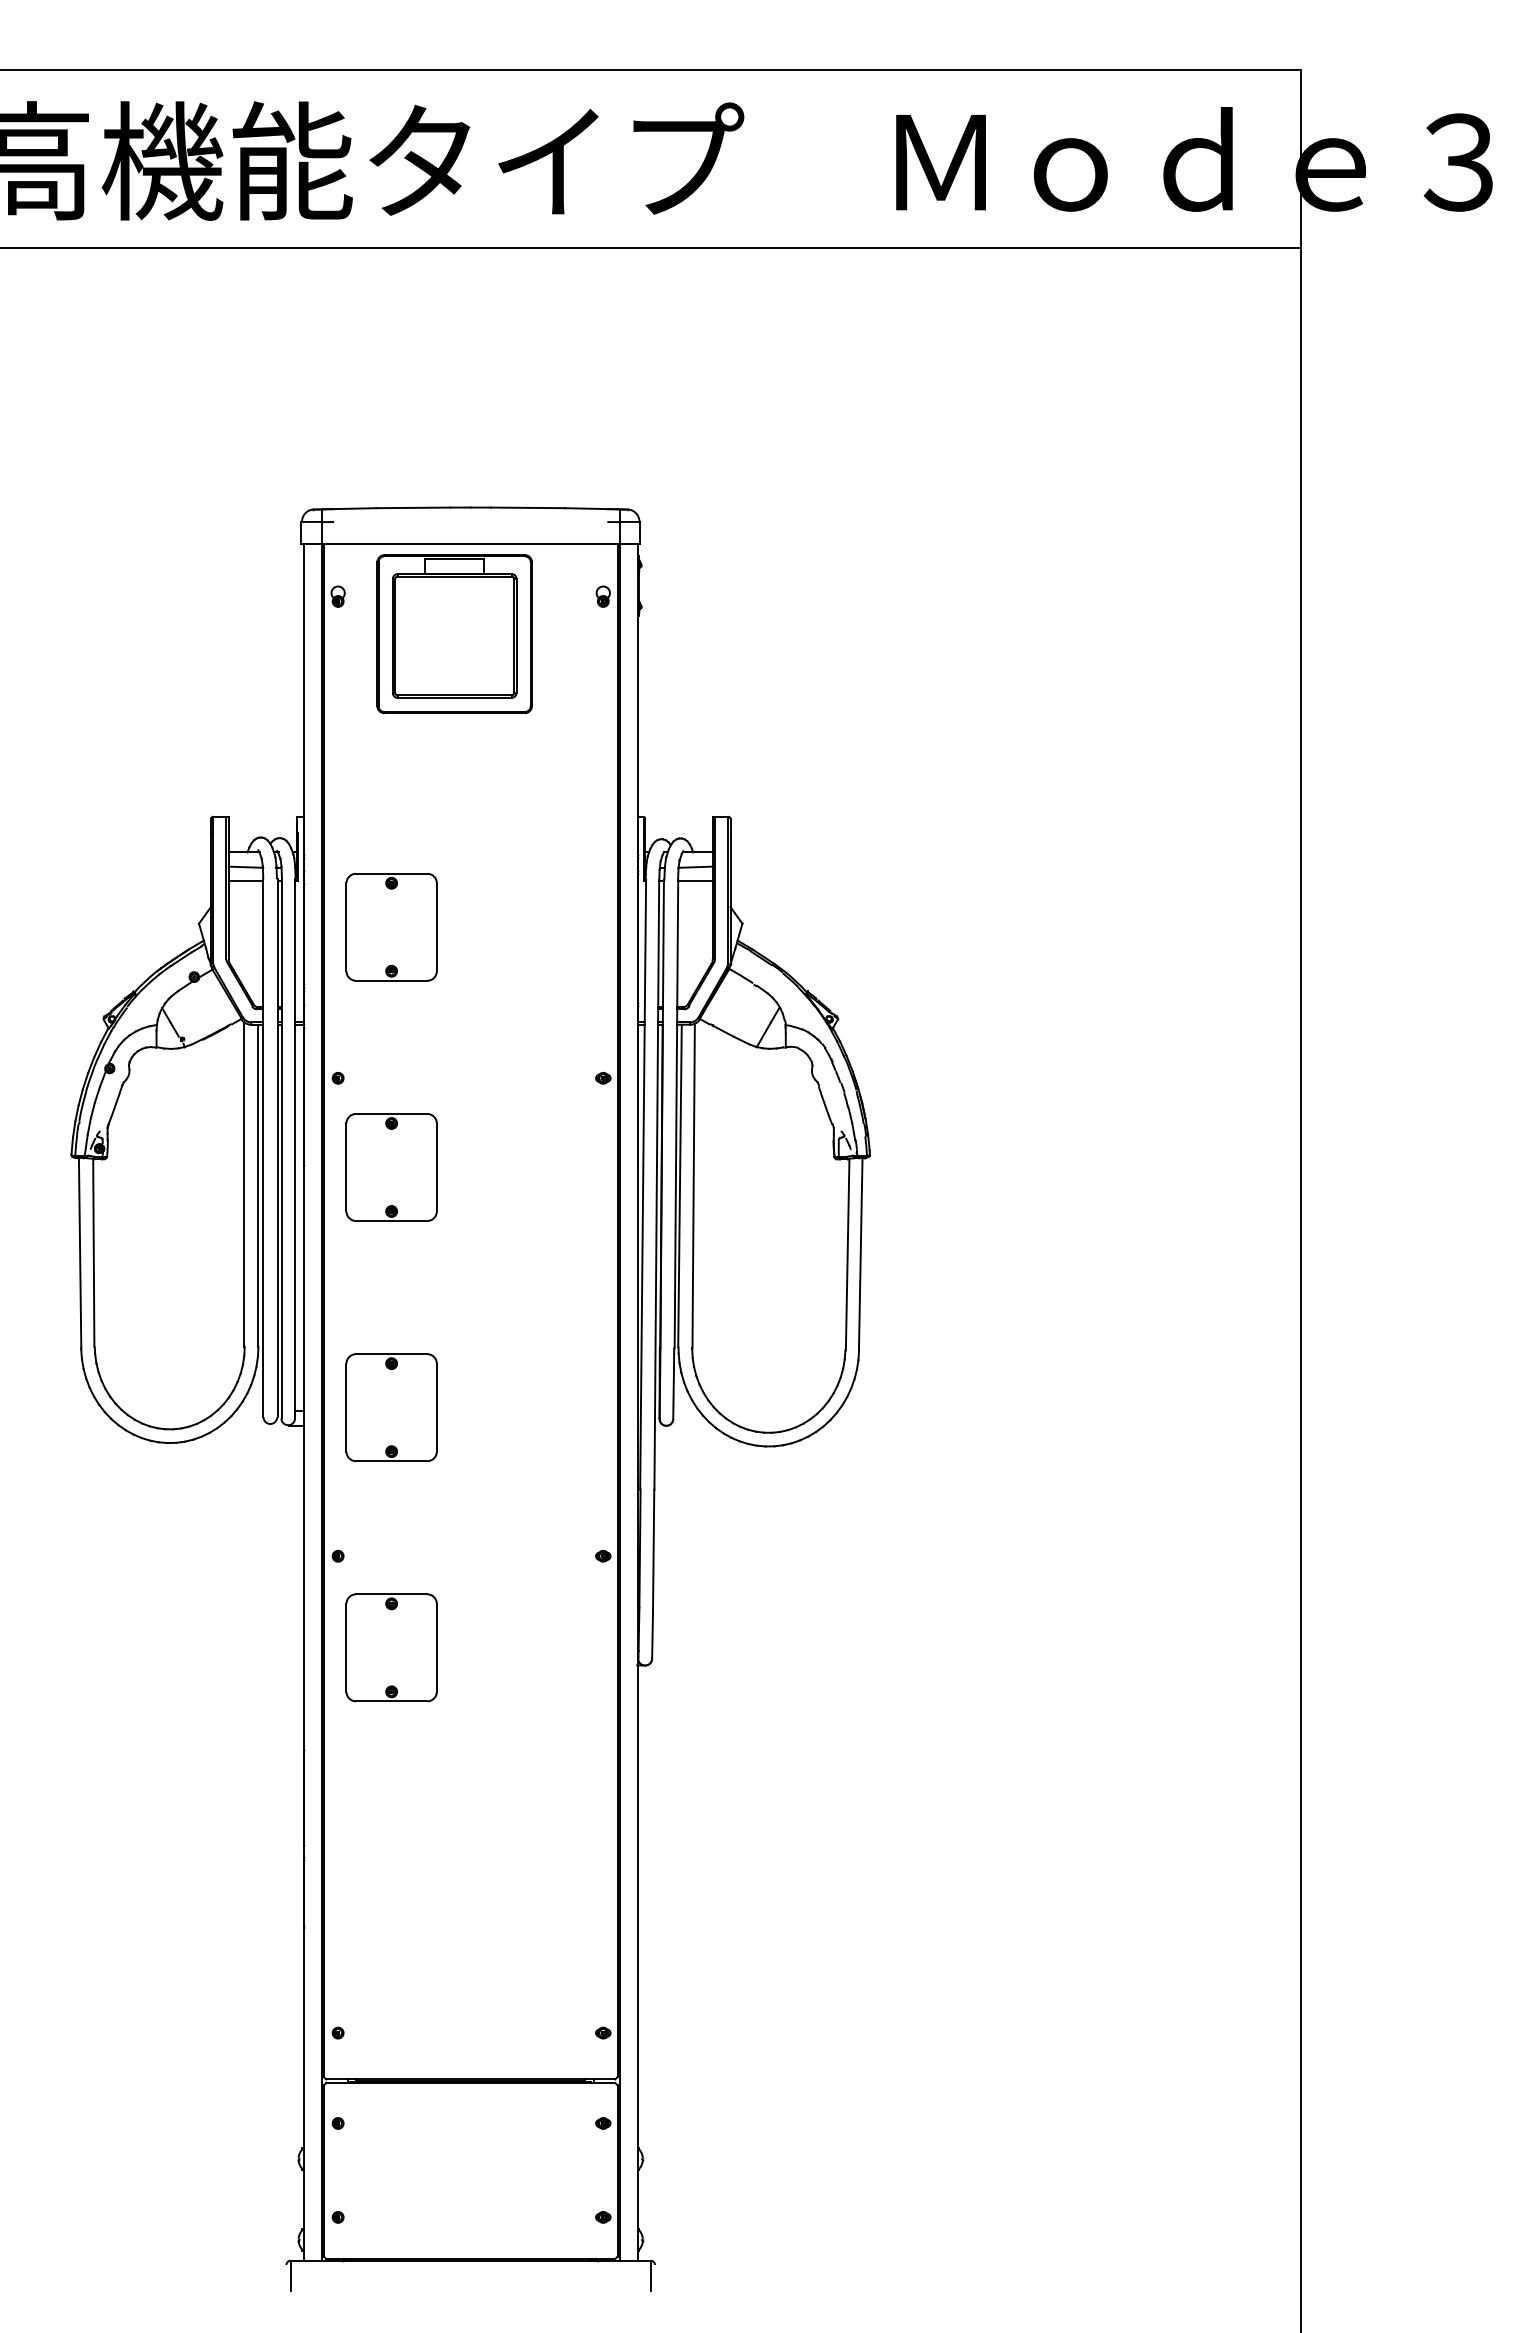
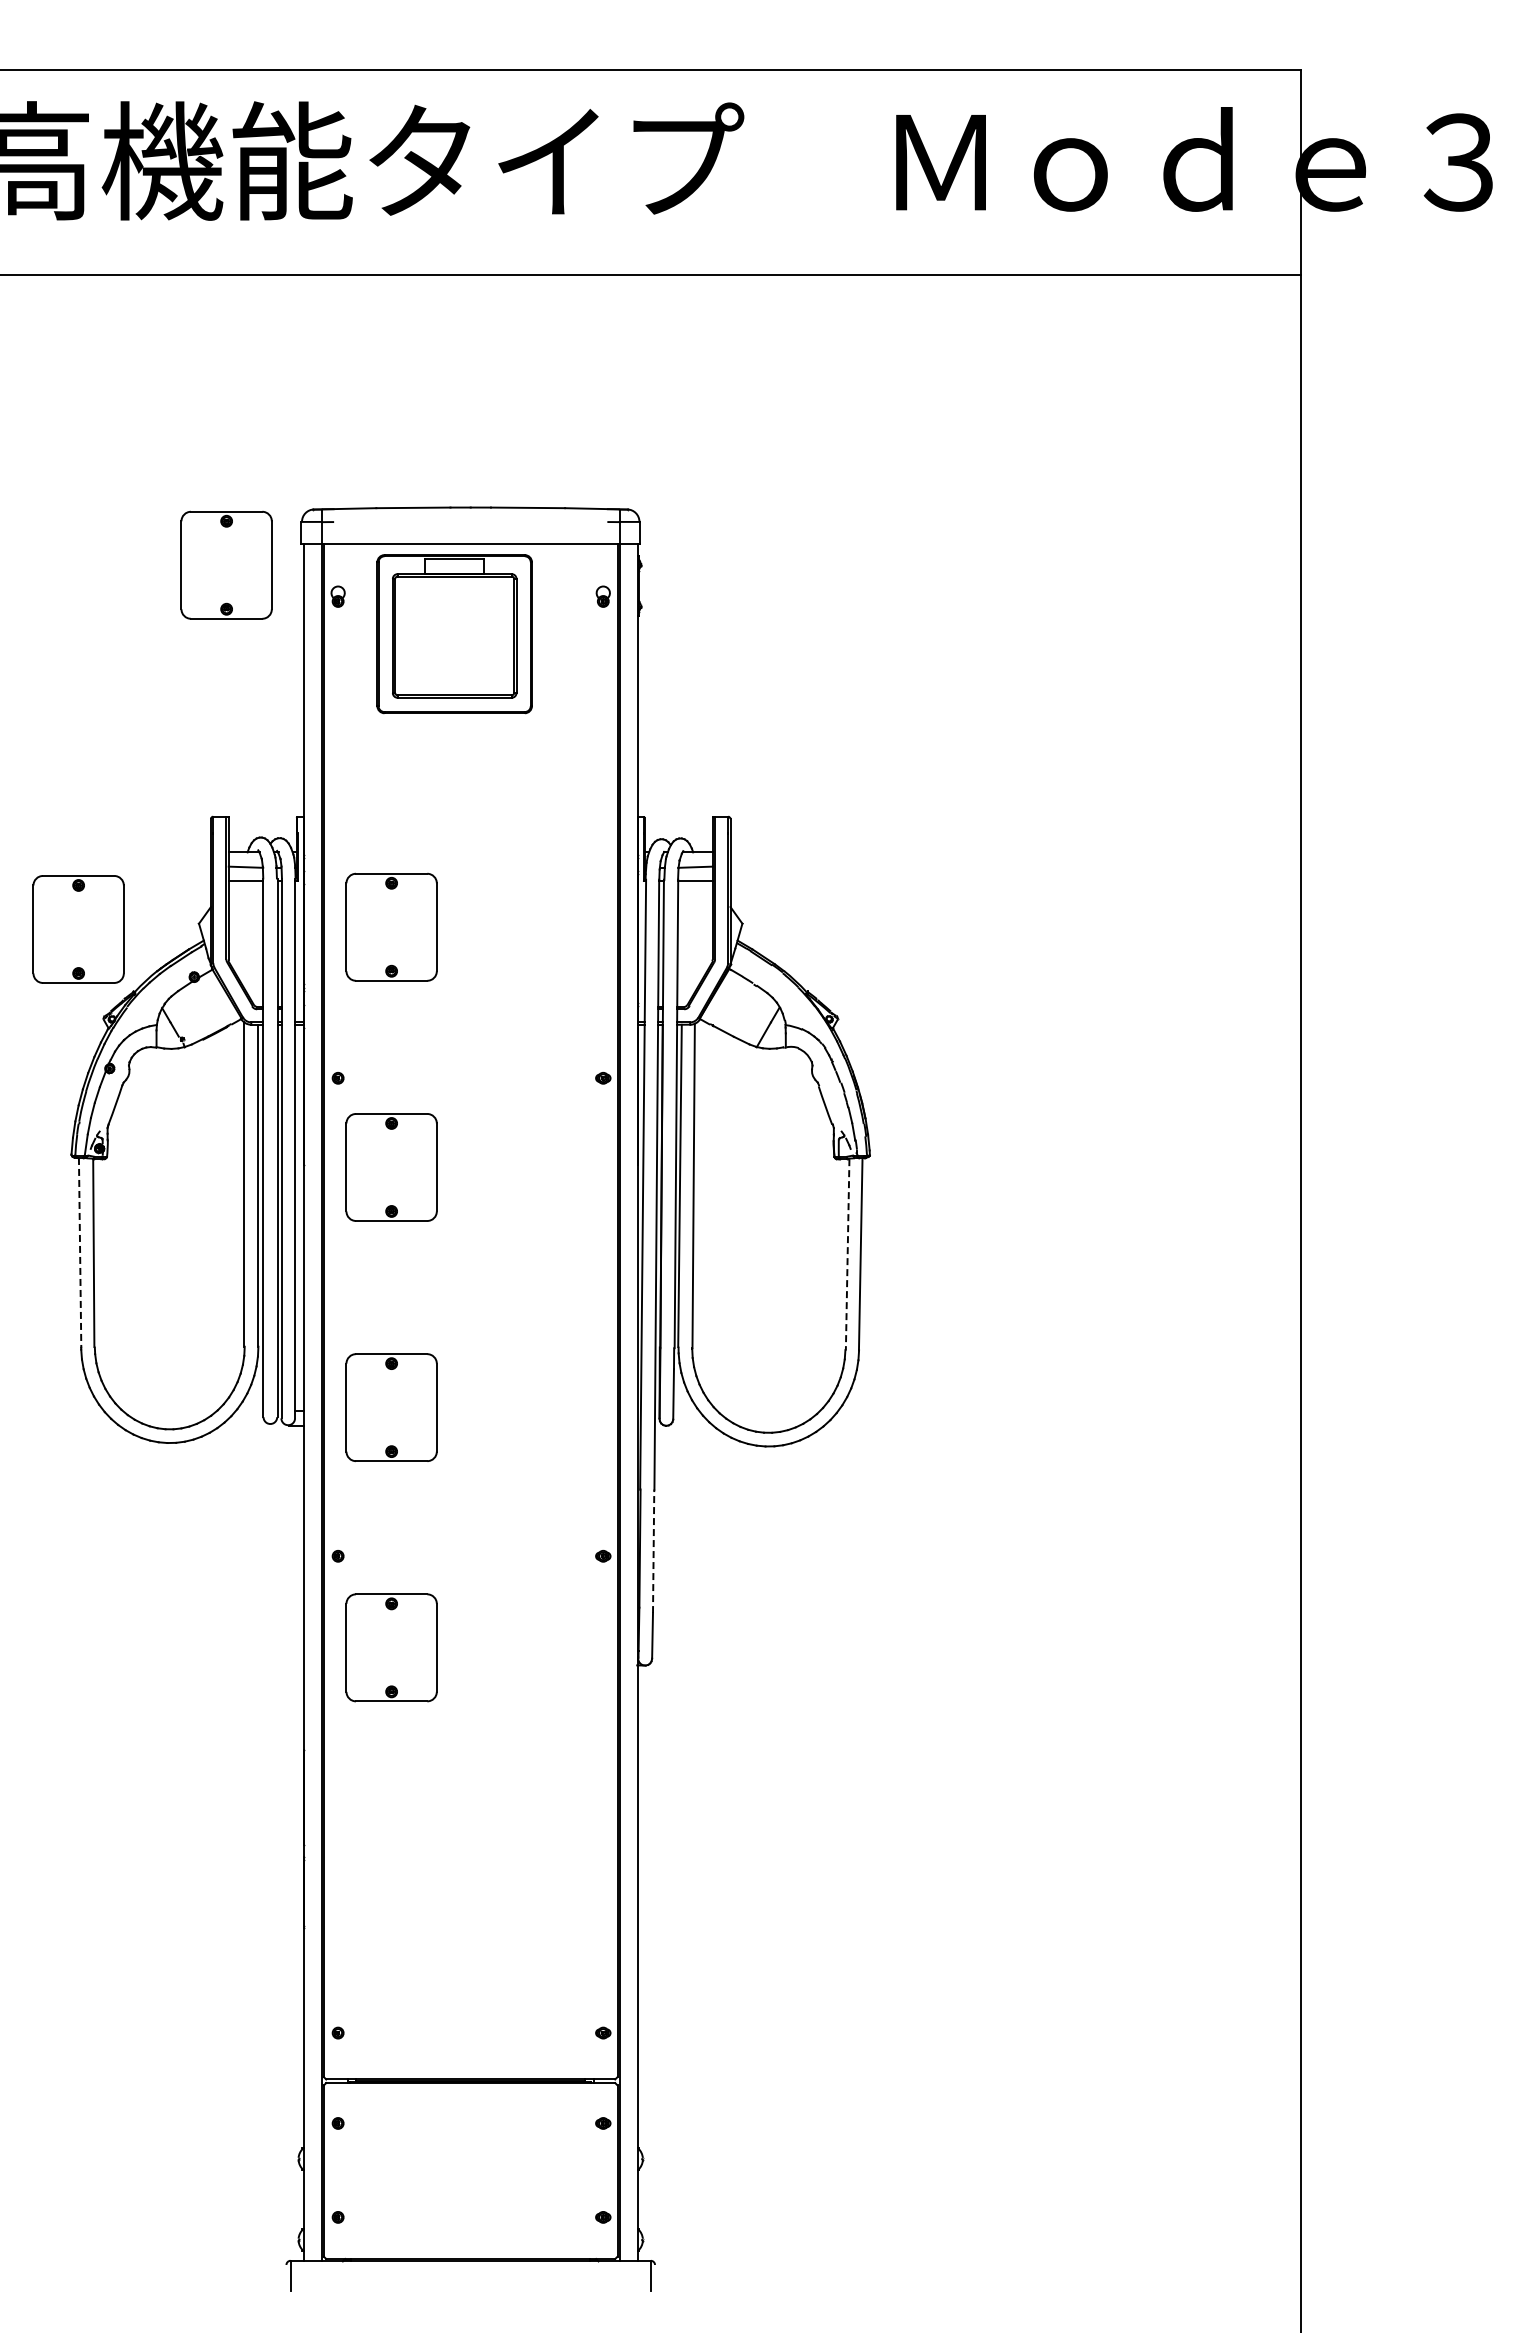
line at (651, 248) position: (651, 248) -> (651, 275)
part at (226, 564): none -> present
part at (78, 929): none -> present
line at (80, 1253): solid -> dashed
line at (847, 1254): solid -> dashed
line at (653, 1551): solid -> dashed
